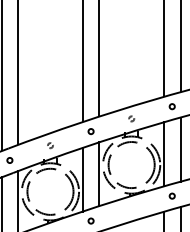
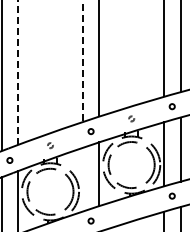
line at (82, 61): solid -> dashed
line at (18, 72): solid -> dashed
line at (82, 179): present -> none
